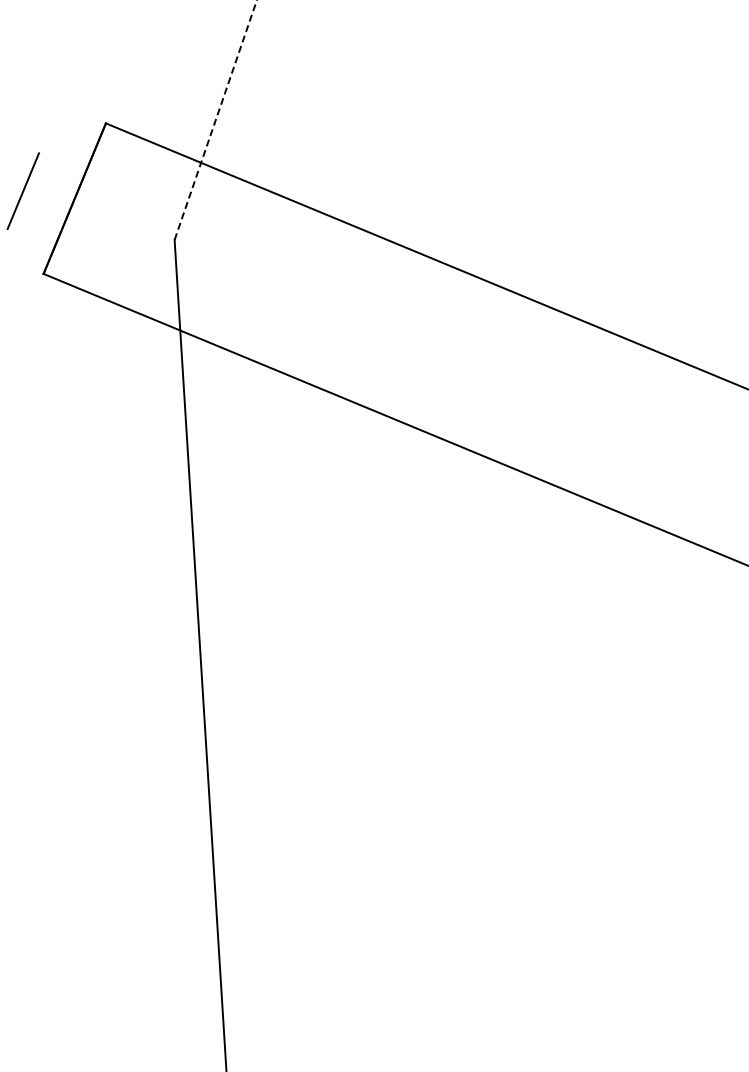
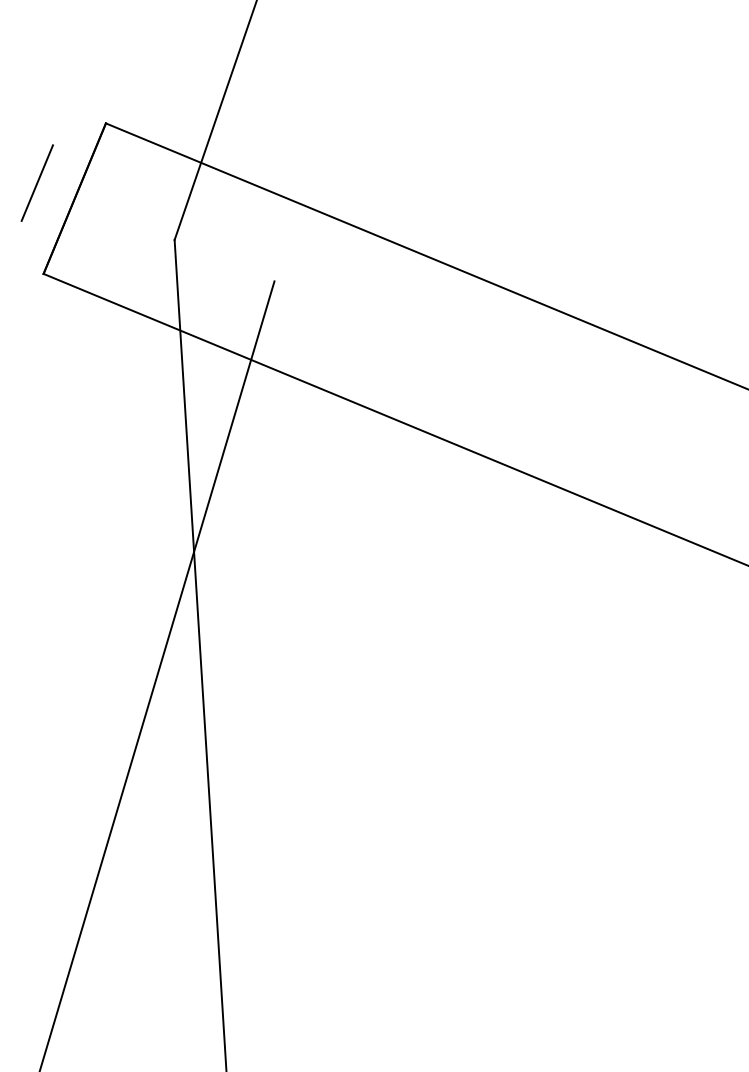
line at (215, 119): dashed -> solid
line at (22, 190) position: (22, 190) -> (36, 182)
line at (157, 674): none -> present
